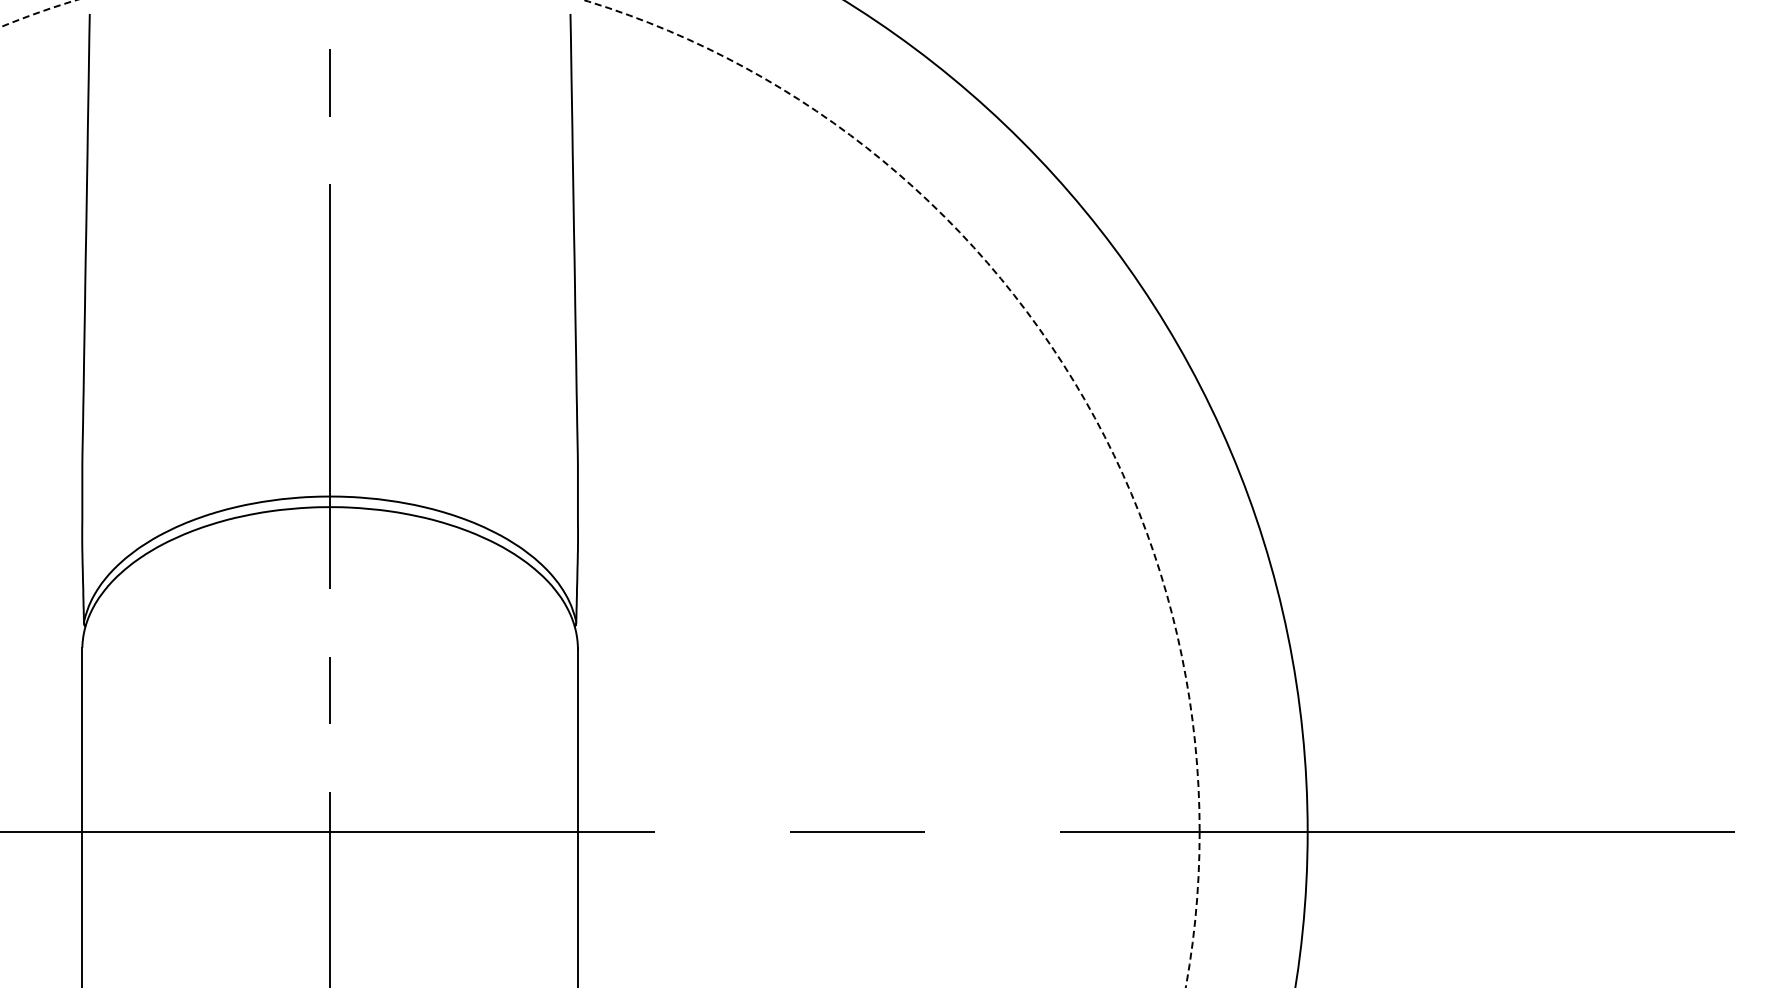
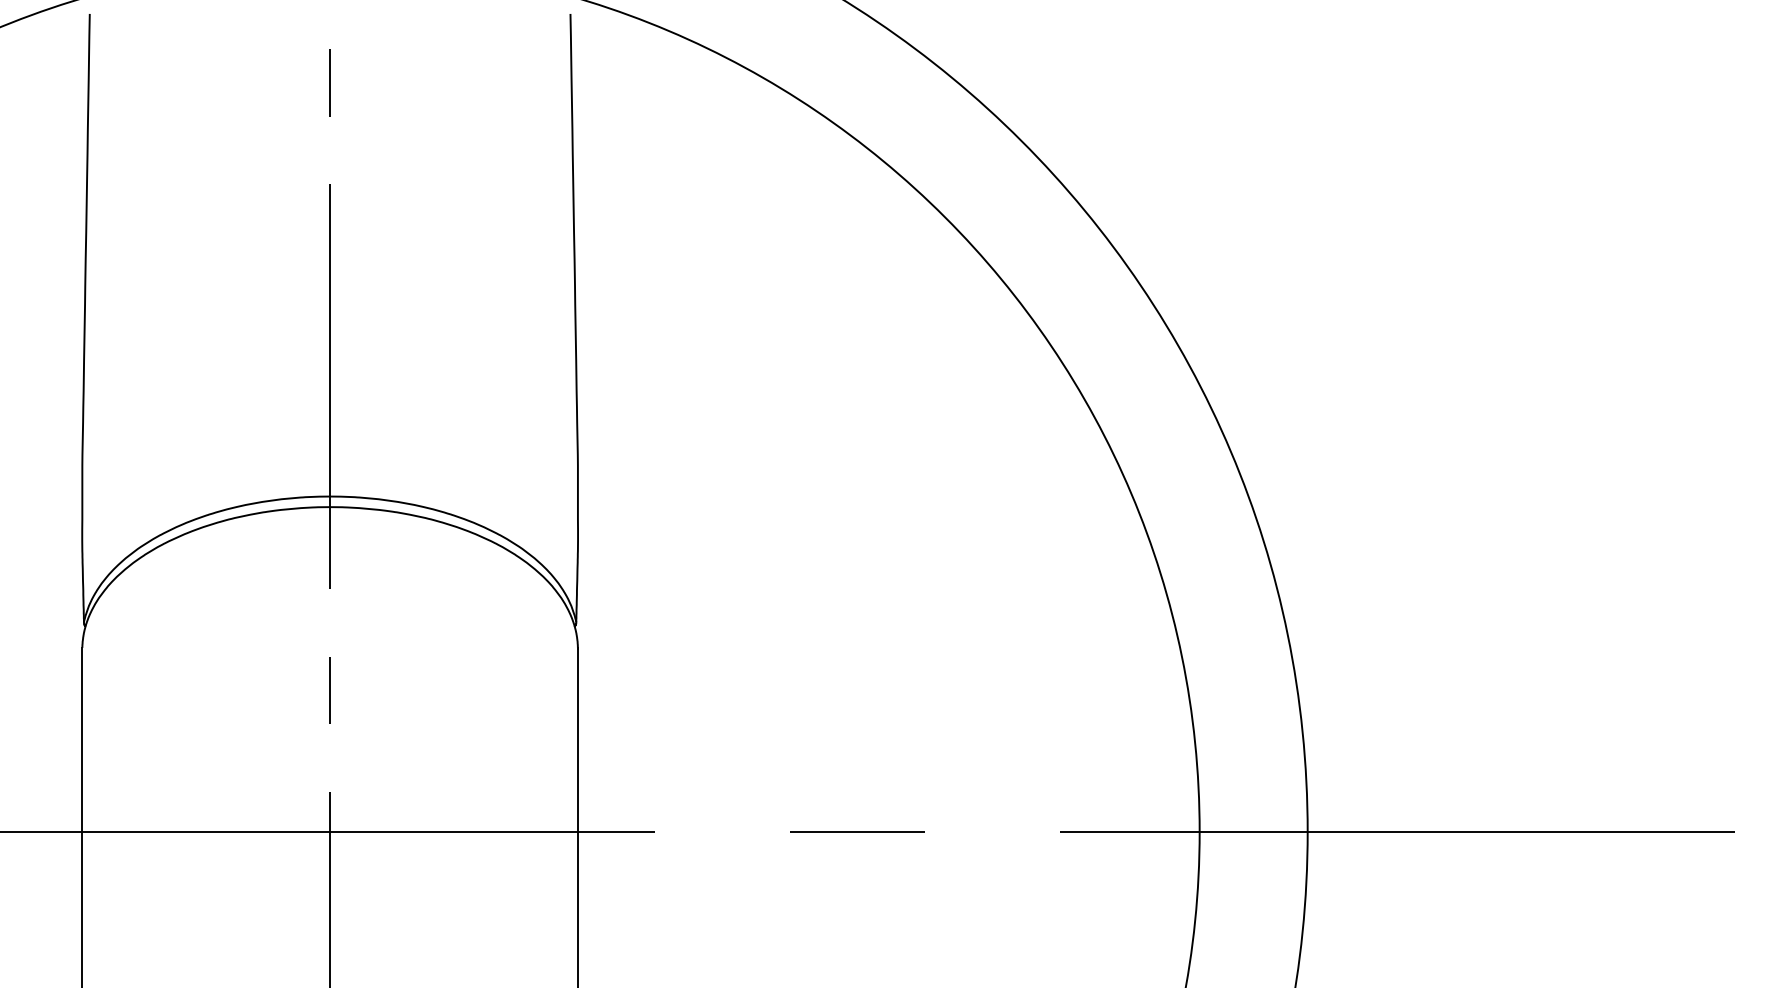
circle at (599, 493): dashed -> solid
